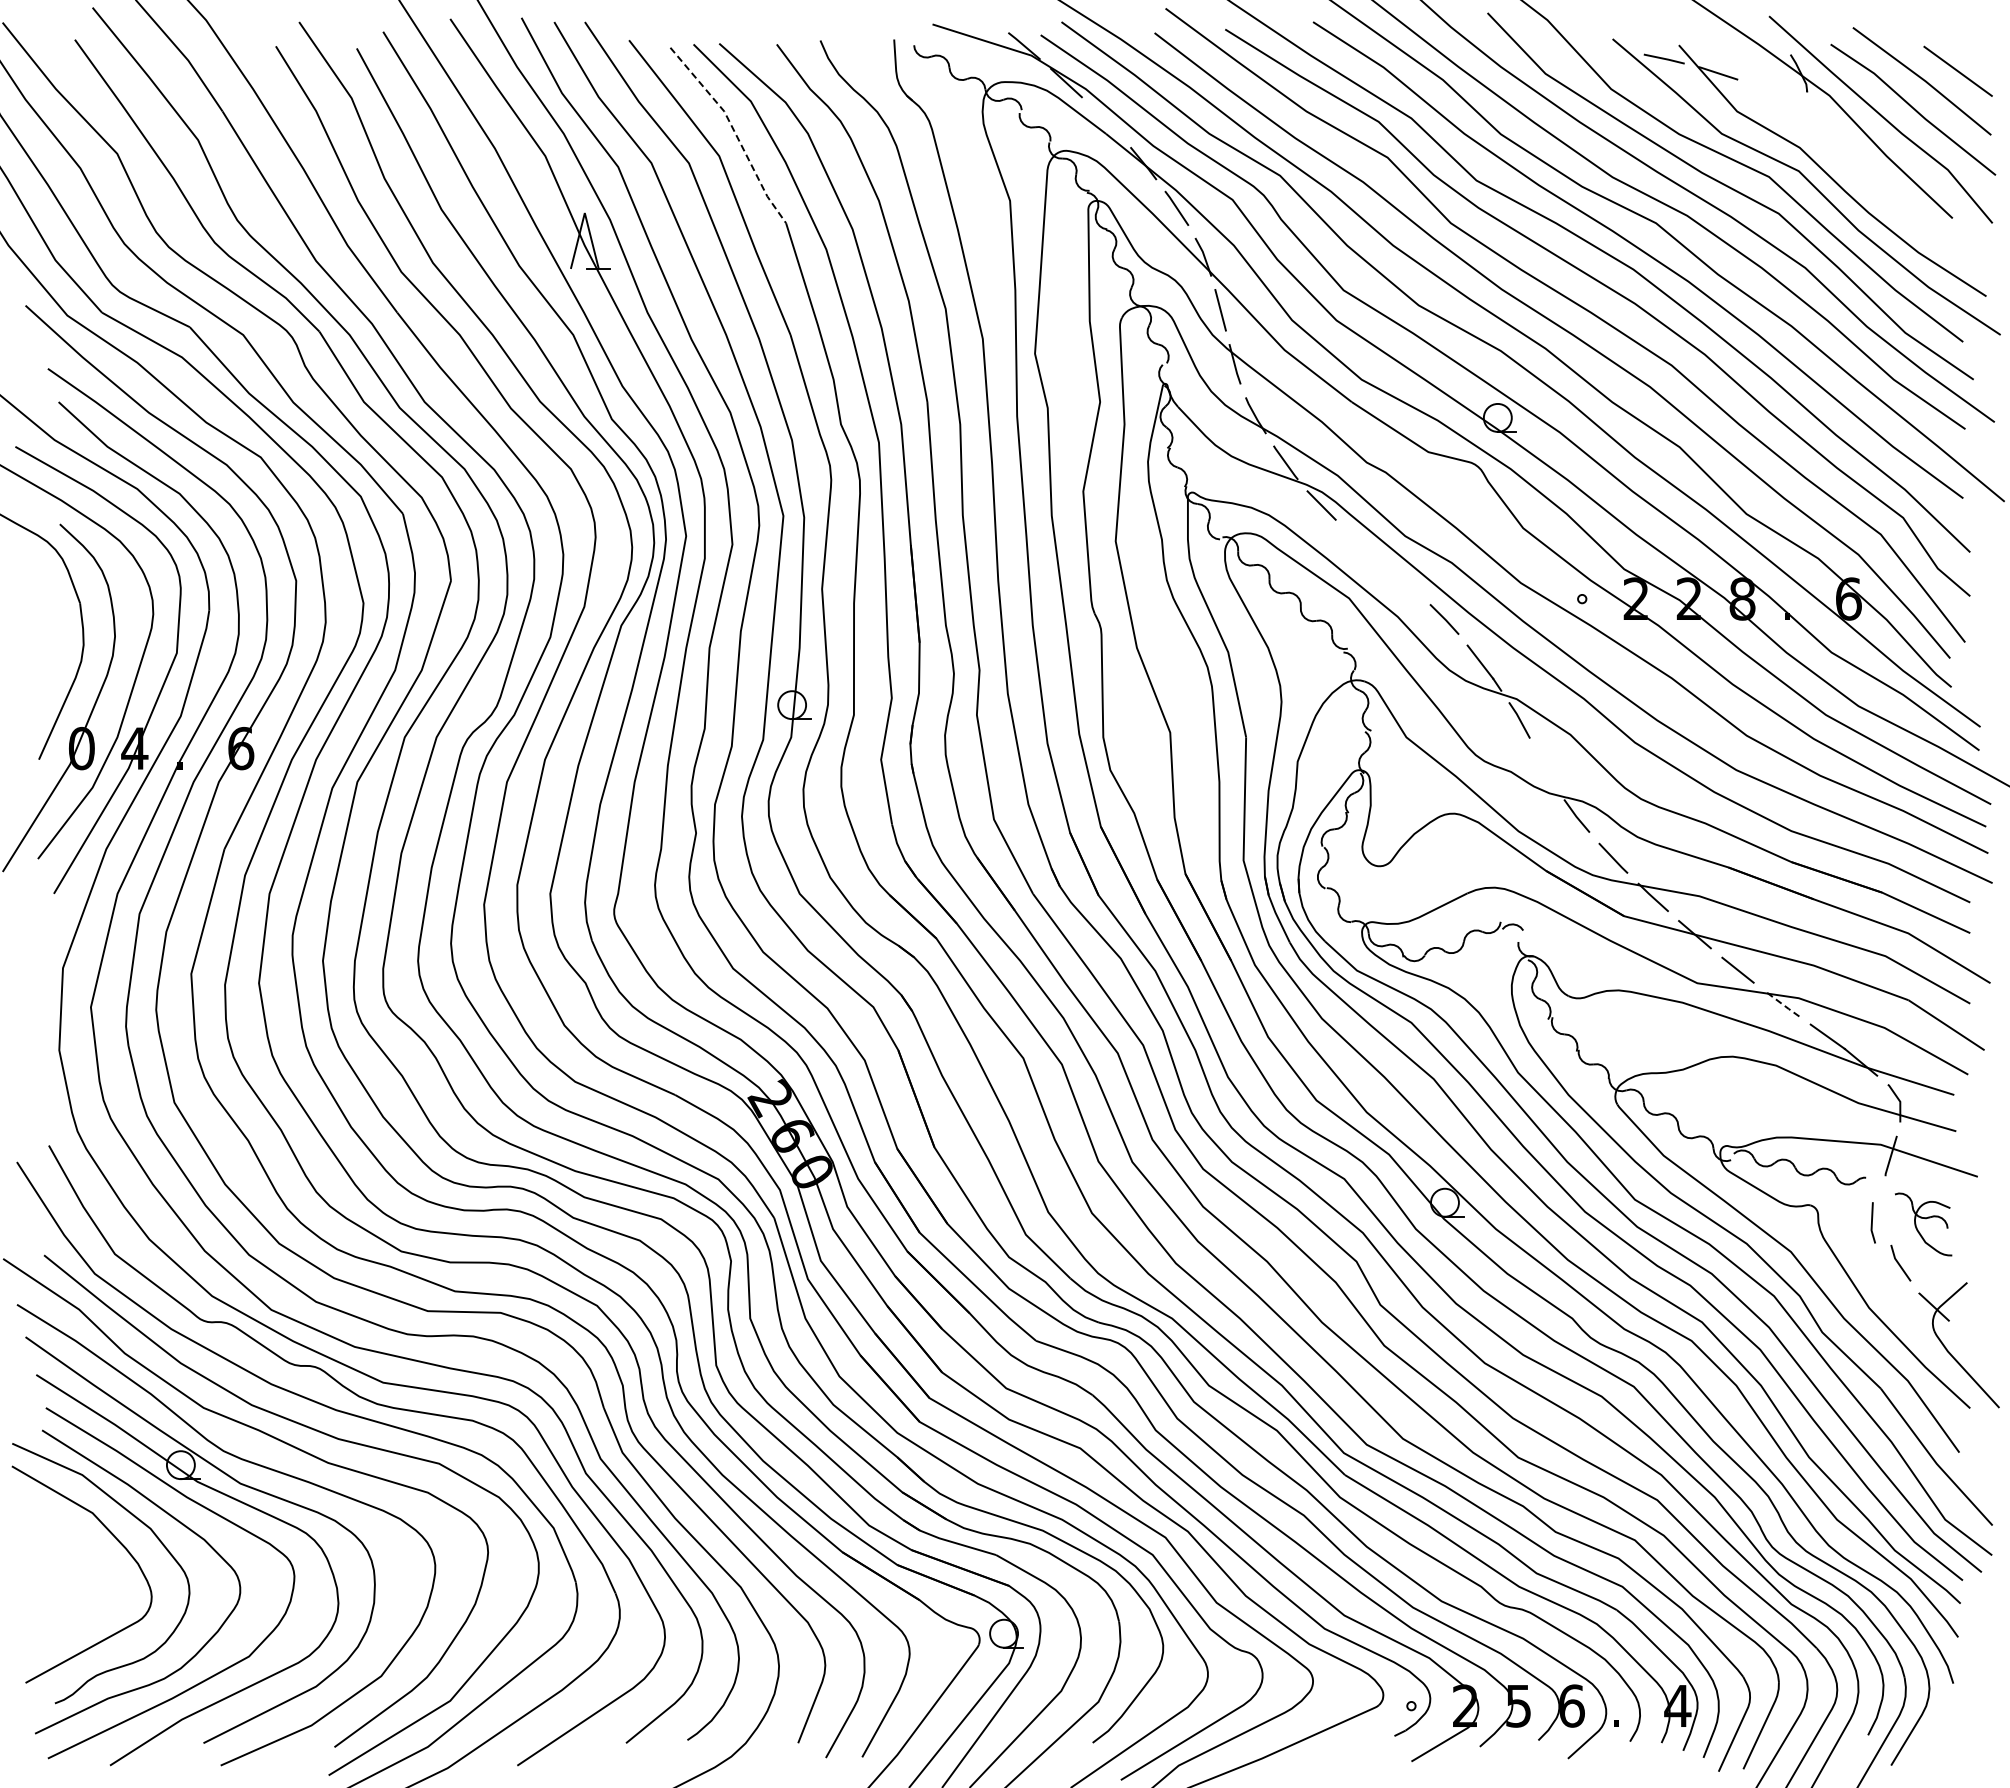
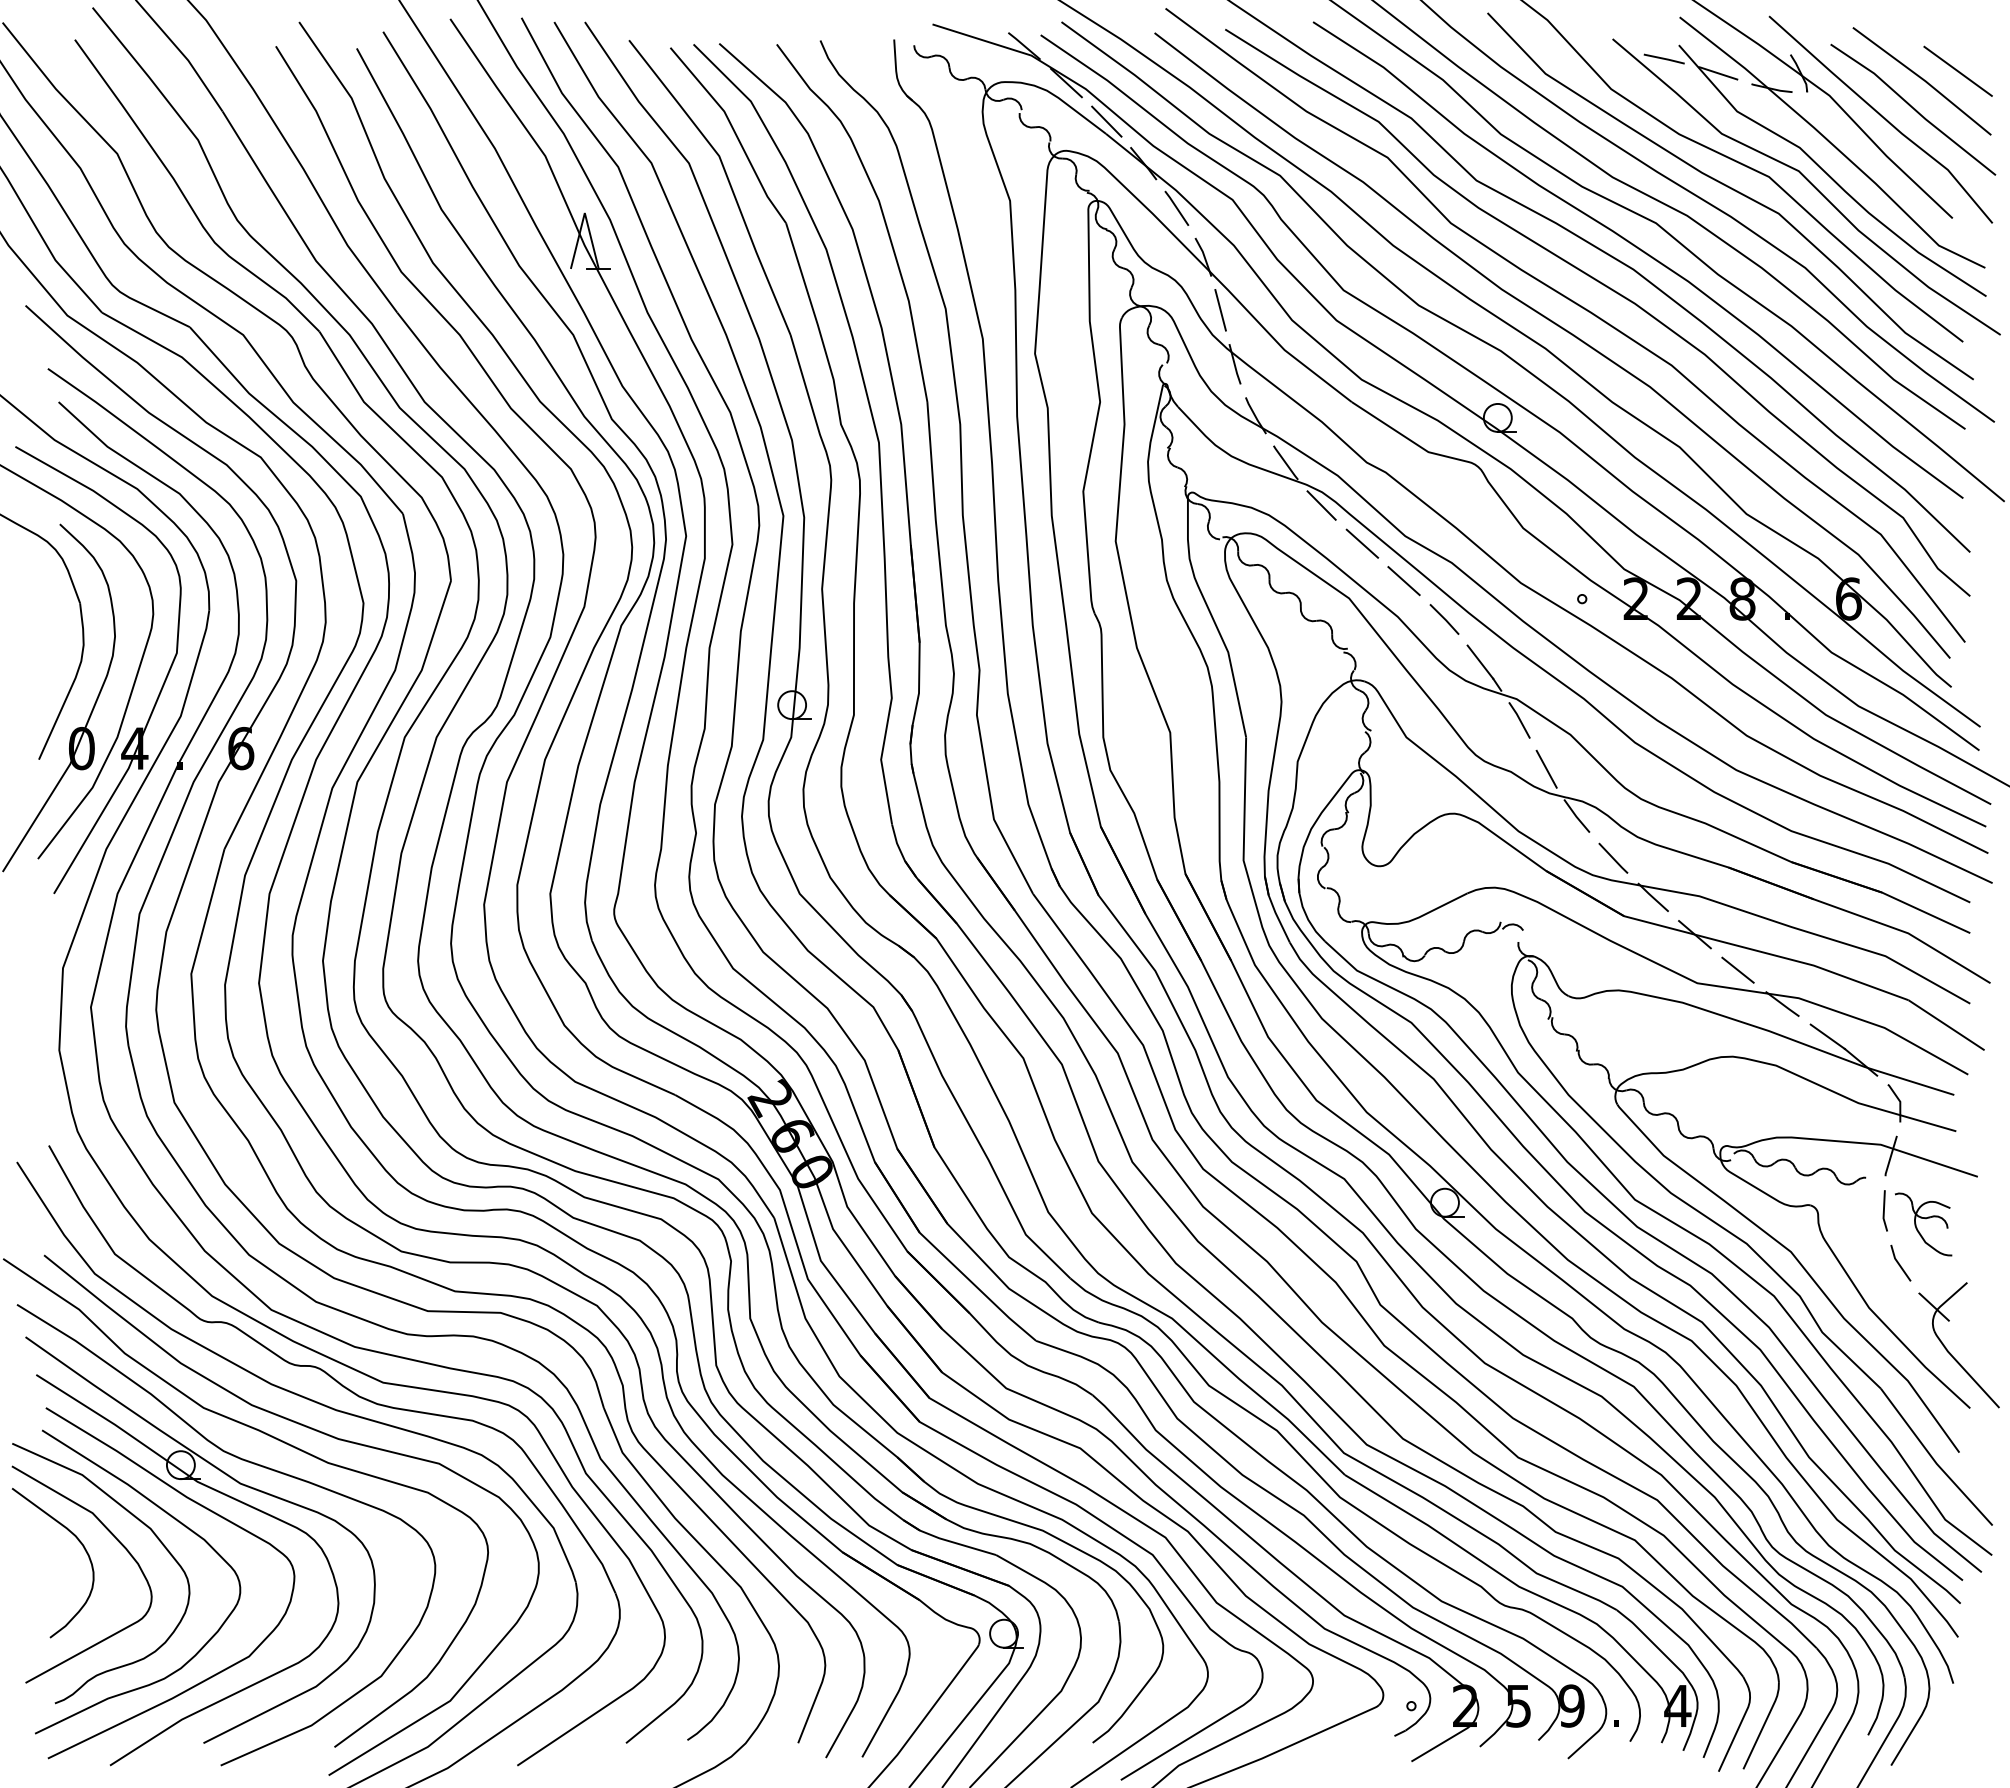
line at (1106, 121): none -> present
line at (734, 131): dashed -> solid
part at (1832, 142): none -> present
line at (1362, 543): none -> present
line at (1403, 581): none -> present
line at (1546, 768): none -> present
line at (1783, 1004): dashed -> solid
line at (1872, 1222) position: (1872, 1222) -> (1884, 1210)
curve at (78, 1541): none -> present
text at (1571, 1705): 6 -> 9
